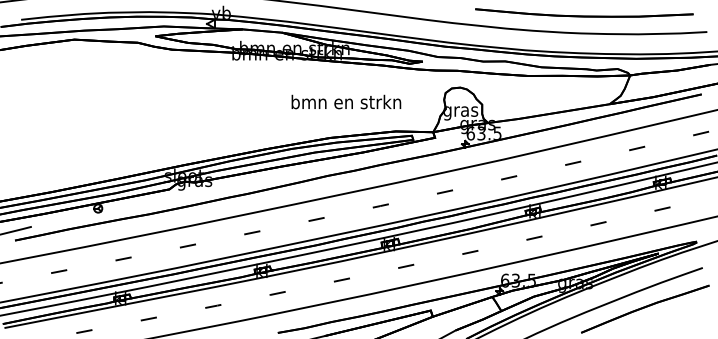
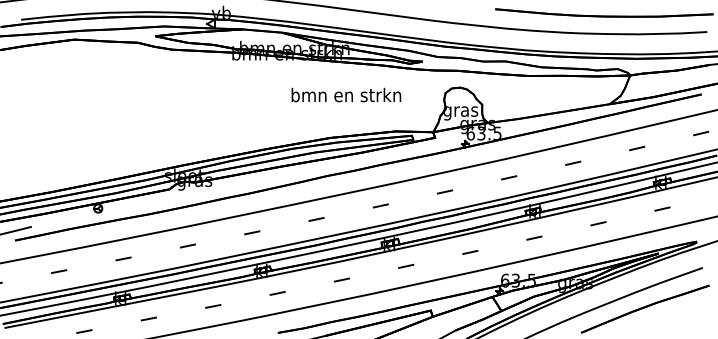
part at (584, 12) position: (584, 12) -> (604, 12)
text at (346, 101) position: (346, 101) -> (346, 94)
